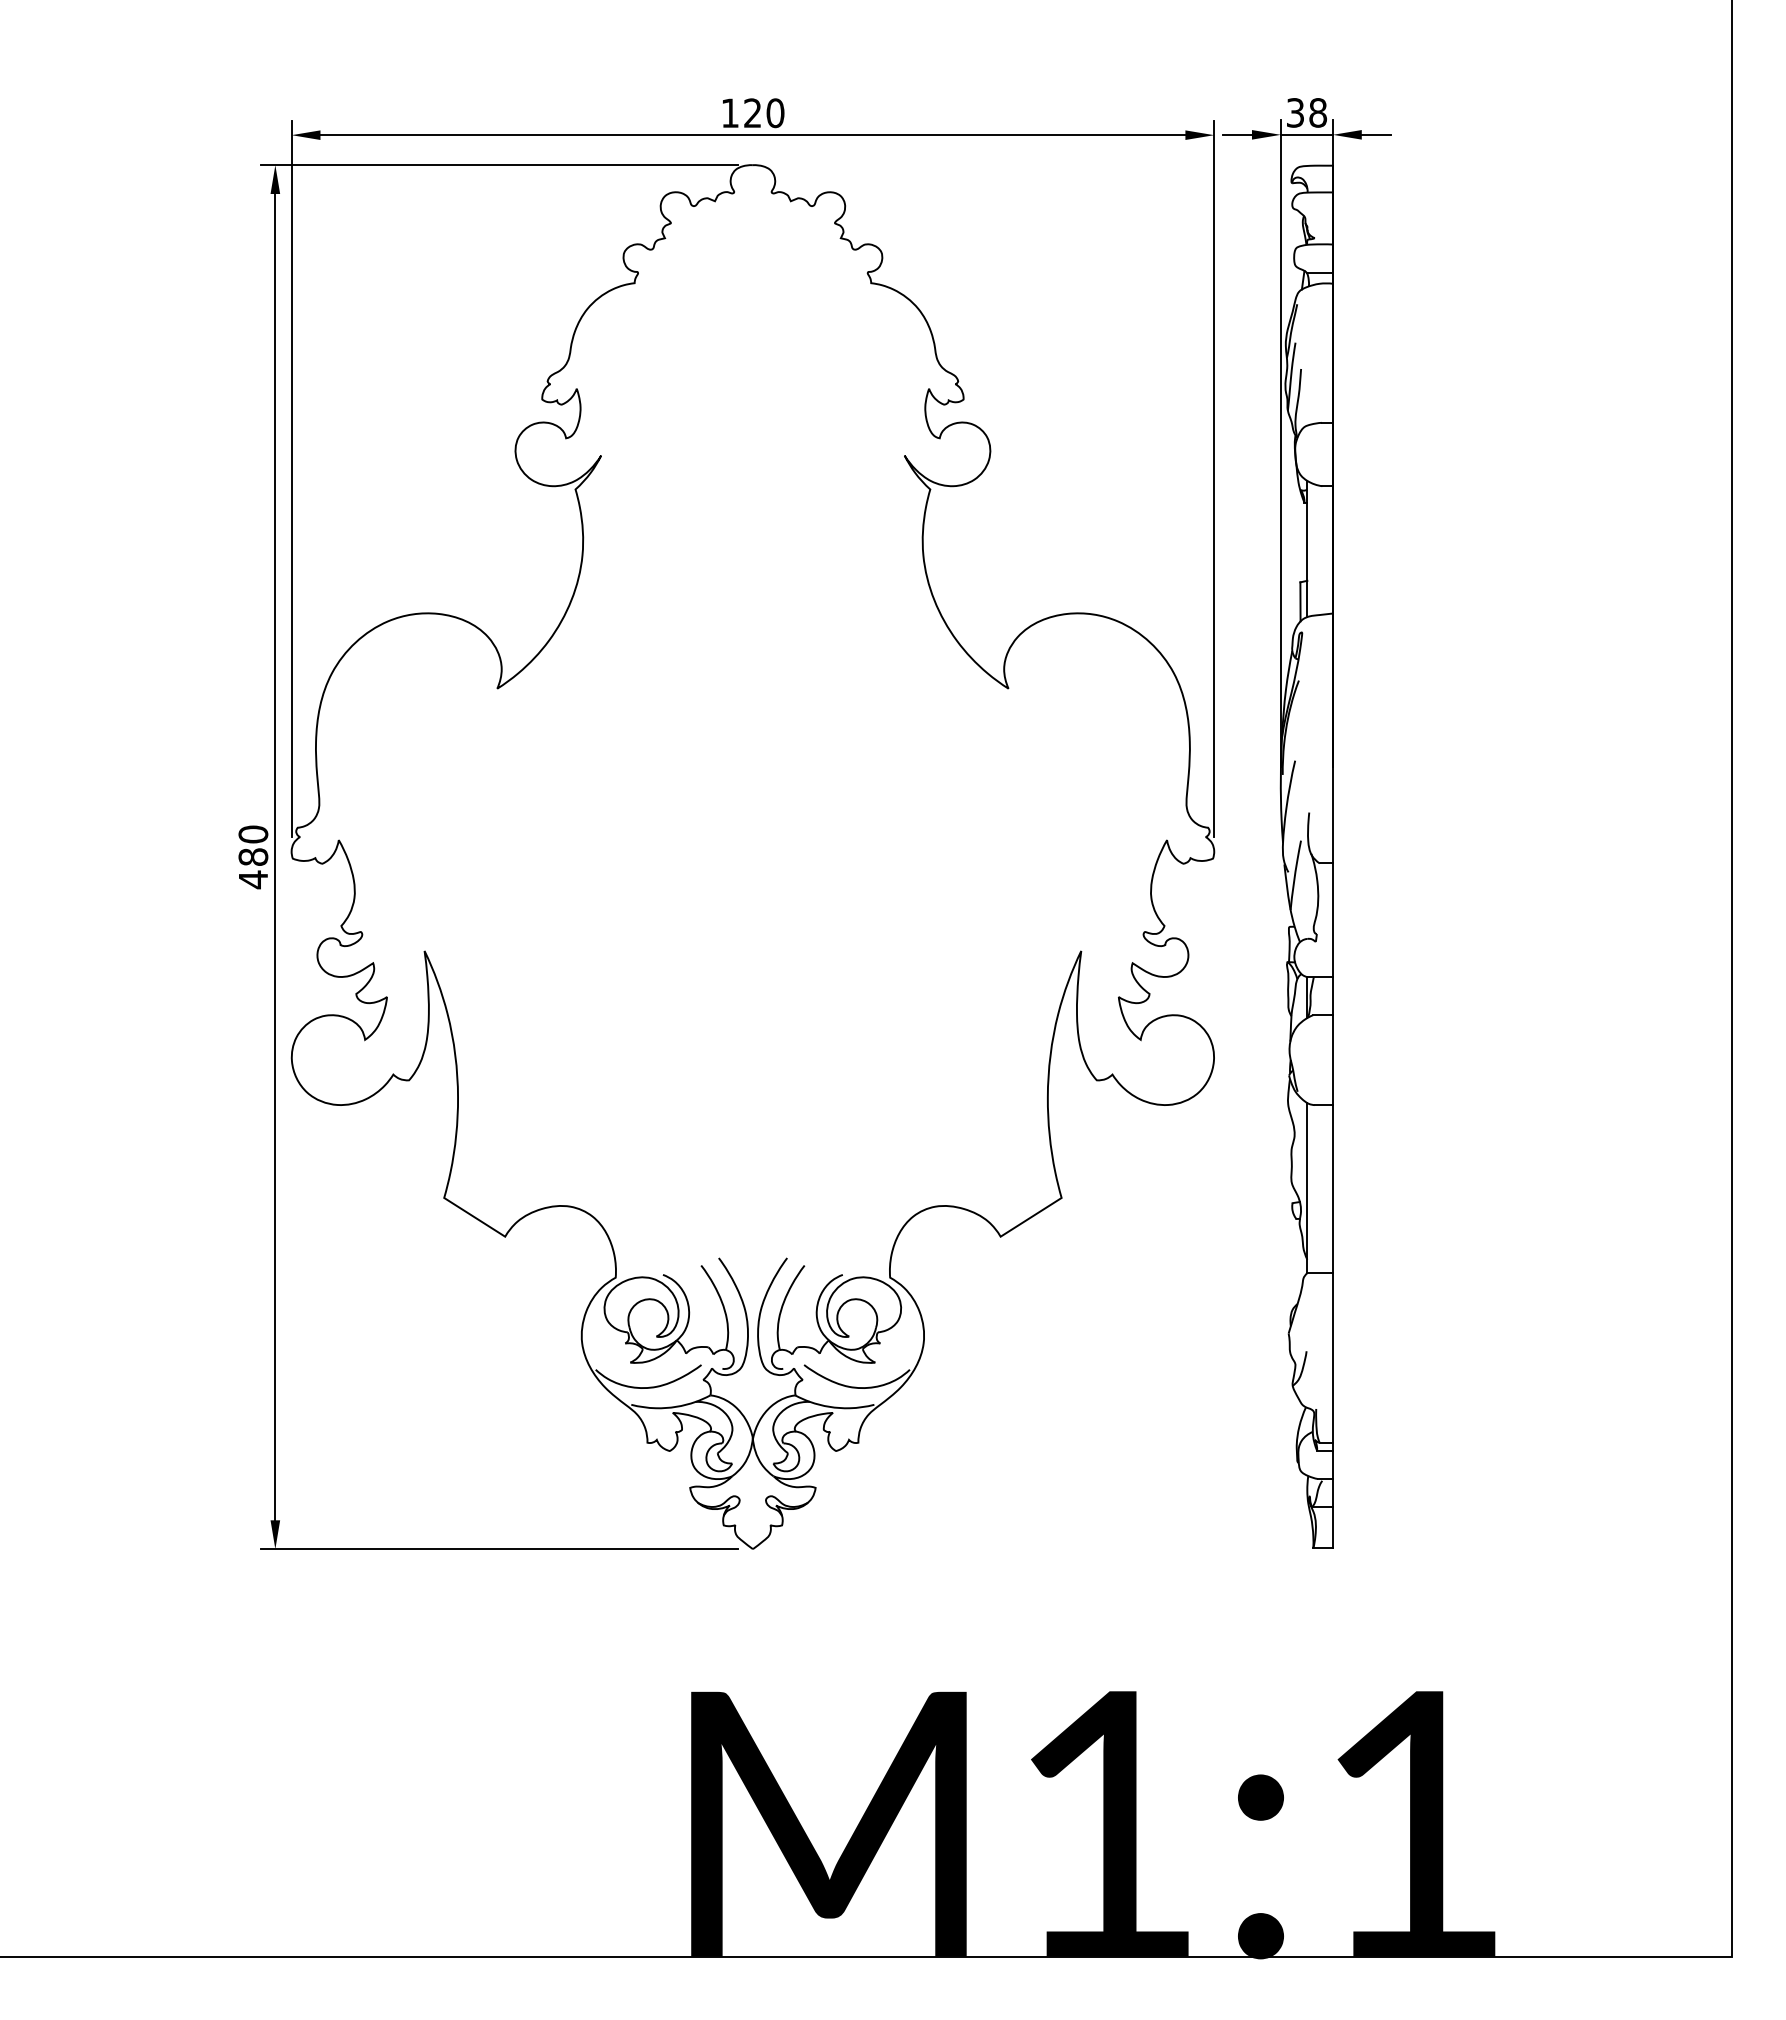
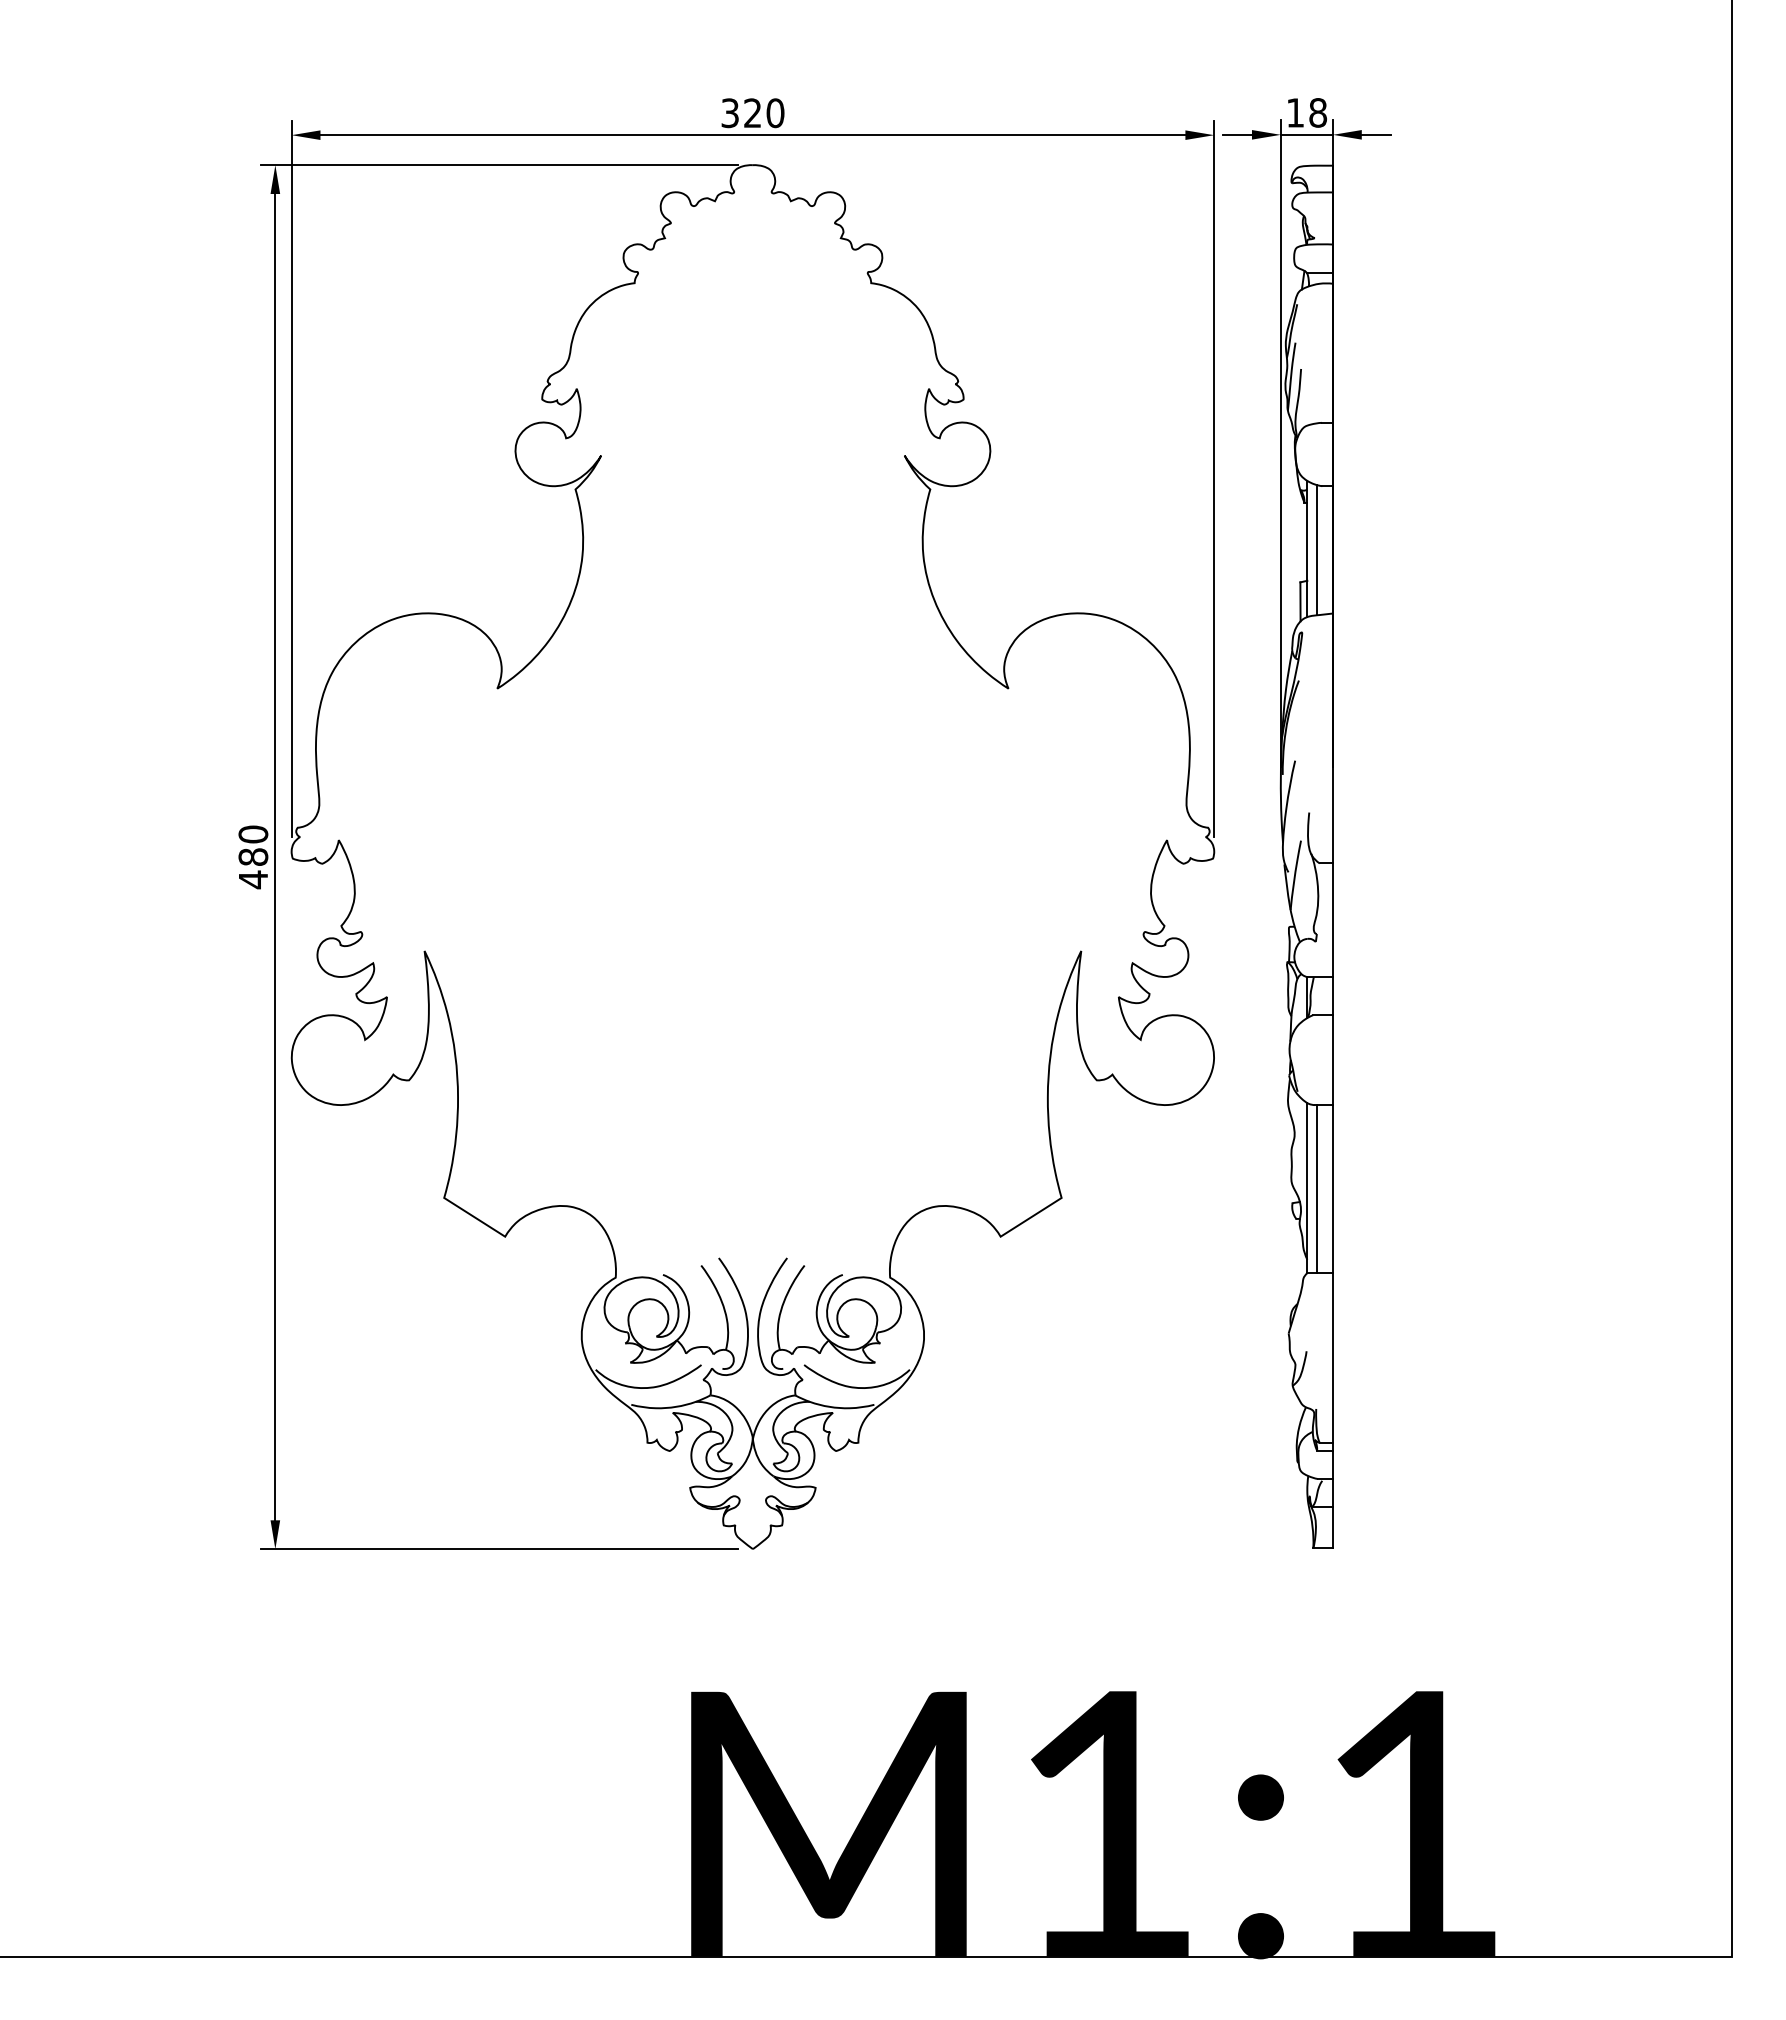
text at (1295, 112): 38 -> 18
text at (729, 113): 120 -> 320
line at (1317, 549): none -> present
line at (1317, 1189): none -> present
